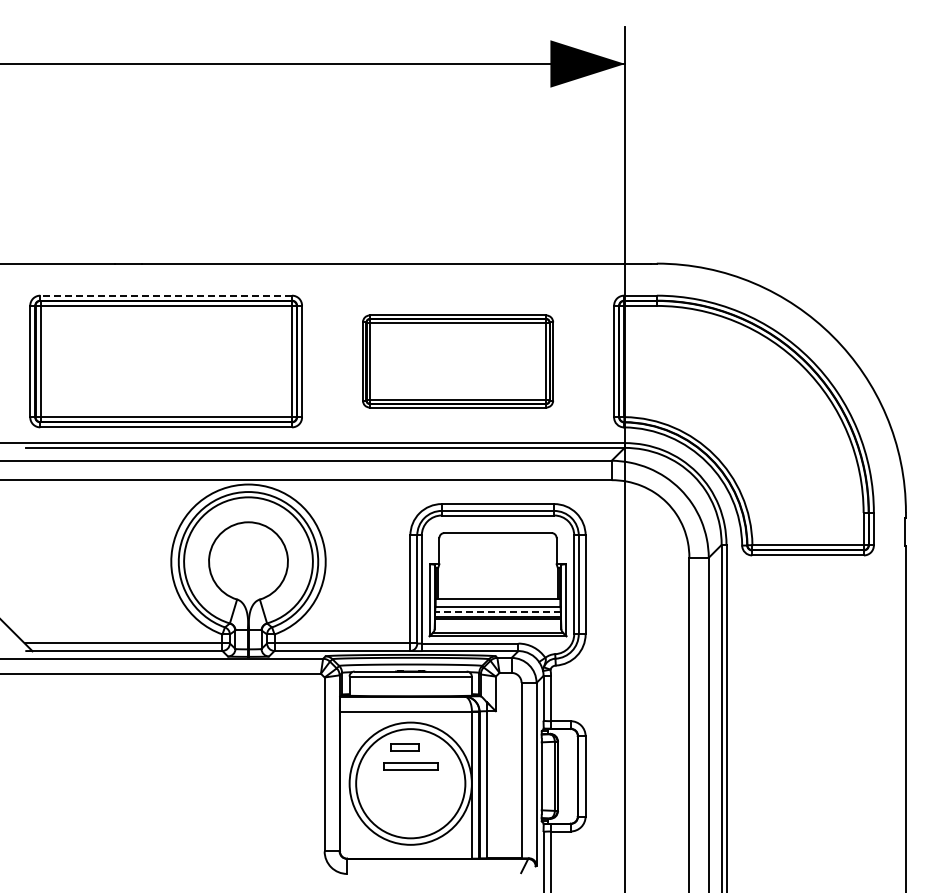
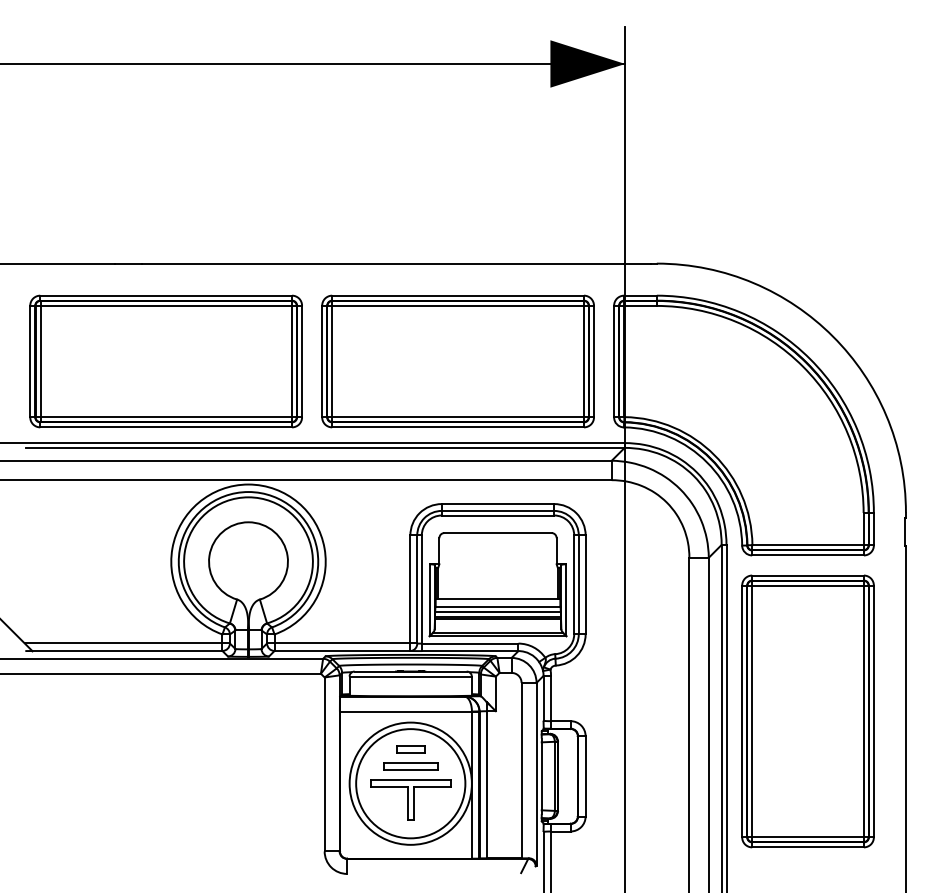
line at (166, 295): dashed -> solid
part at (457, 361) size: 192x95 px -> 274x135 px
line at (498, 612): dashed -> solid
part at (807, 711): none -> present
part at (404, 747) position: (404, 747) -> (410, 749)
part at (410, 799): none -> present
